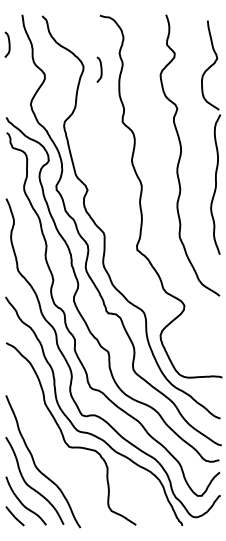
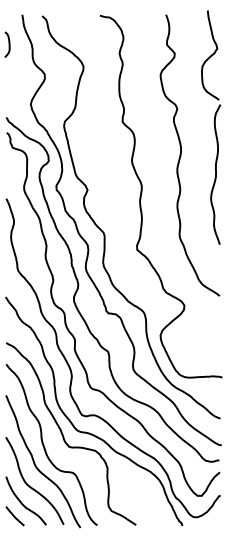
curve at (100, 69): present -> none
part at (211, 137) position: (211, 137) -> (211, 127)
curve at (45, 447): none -> present
